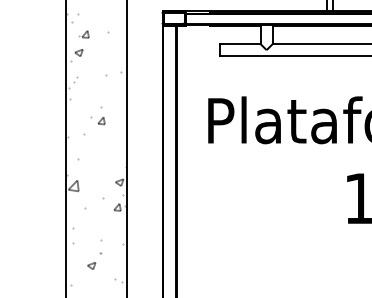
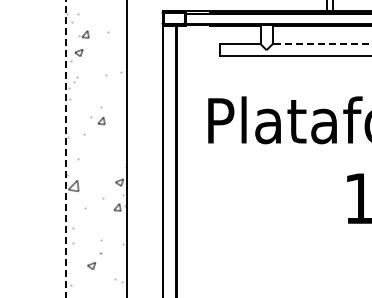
line at (321, 44): solid -> dashed
line at (65, 148): solid -> dashed
